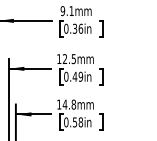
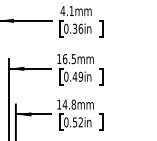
text at (62, 11): 9.1mm -> 4.1mm
text at (64, 59): 12.5mm -> 16.5mm
text at (80, 122): 0.58in -> 0.52in
